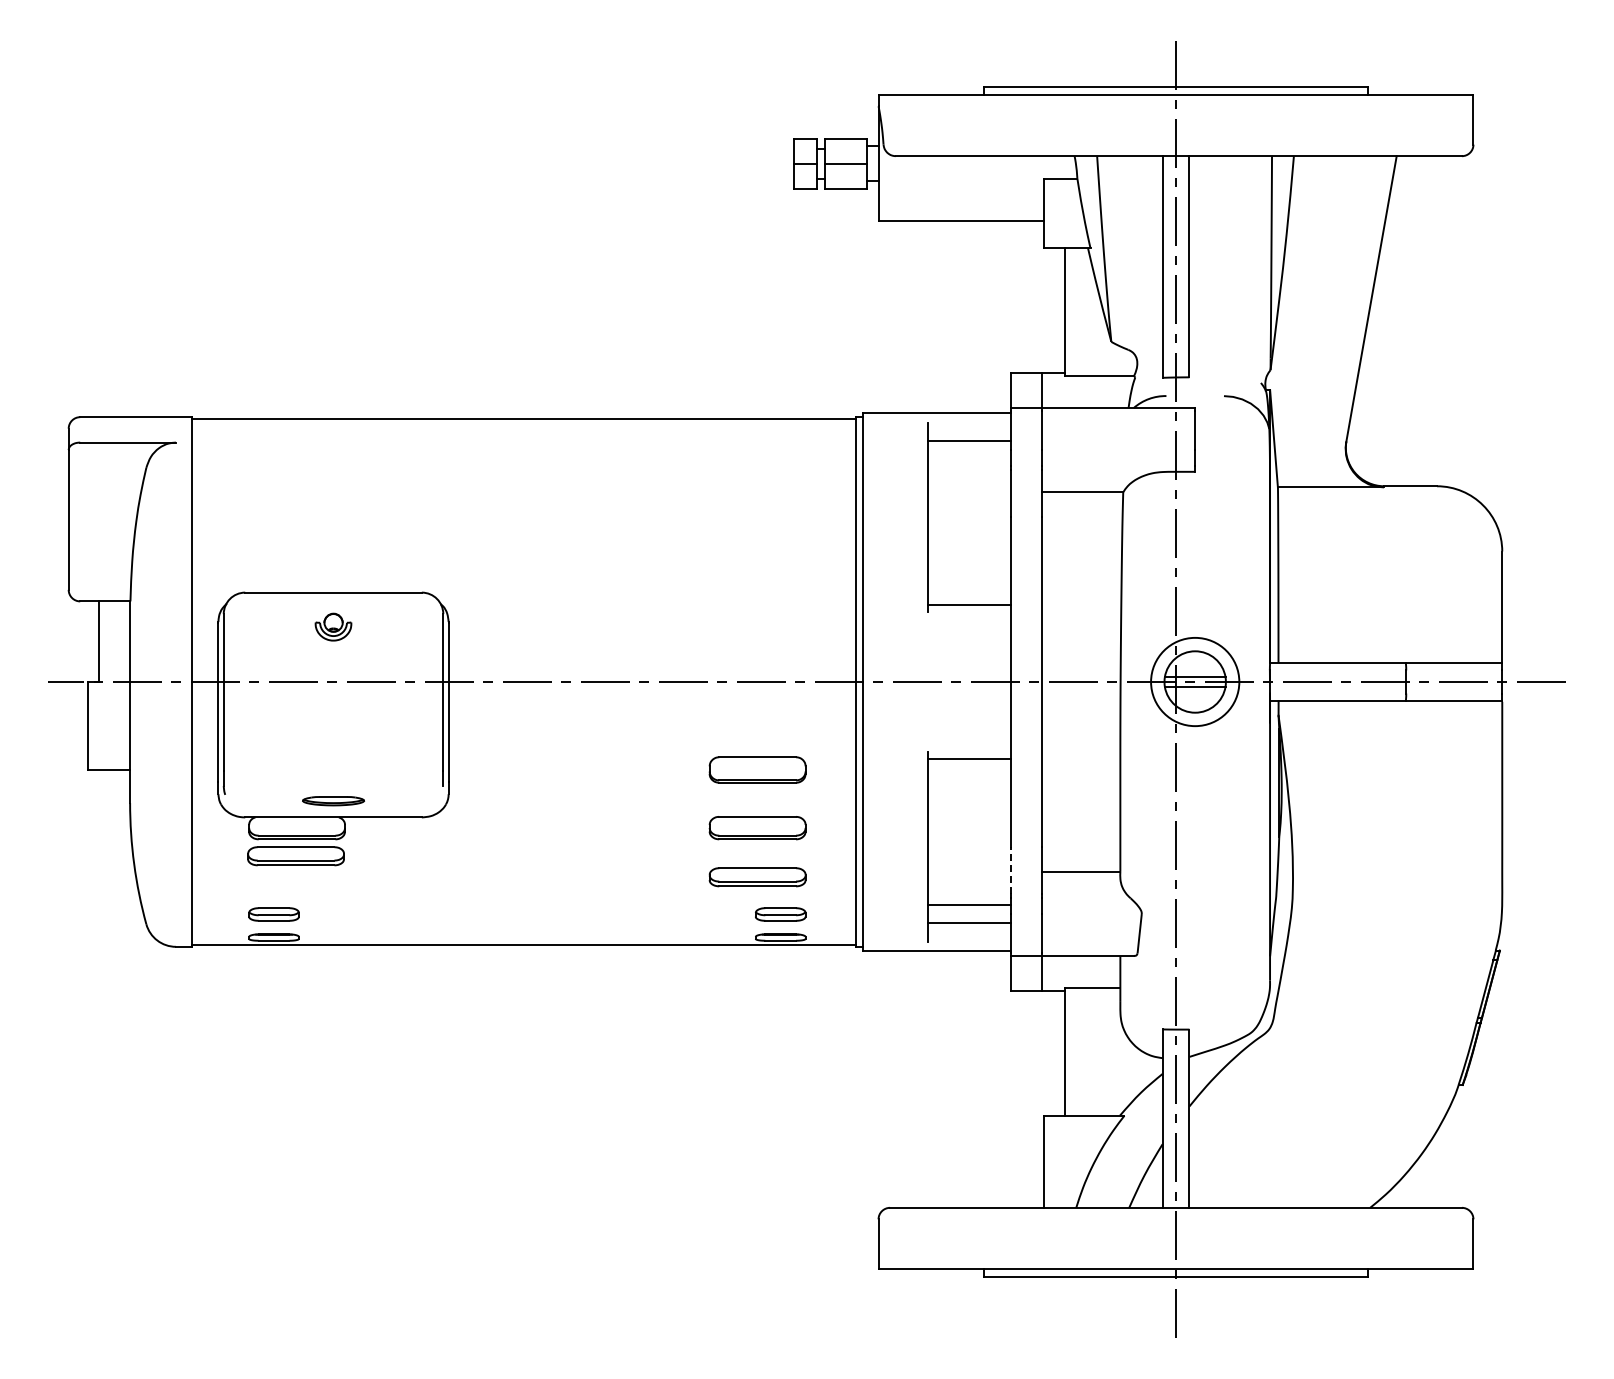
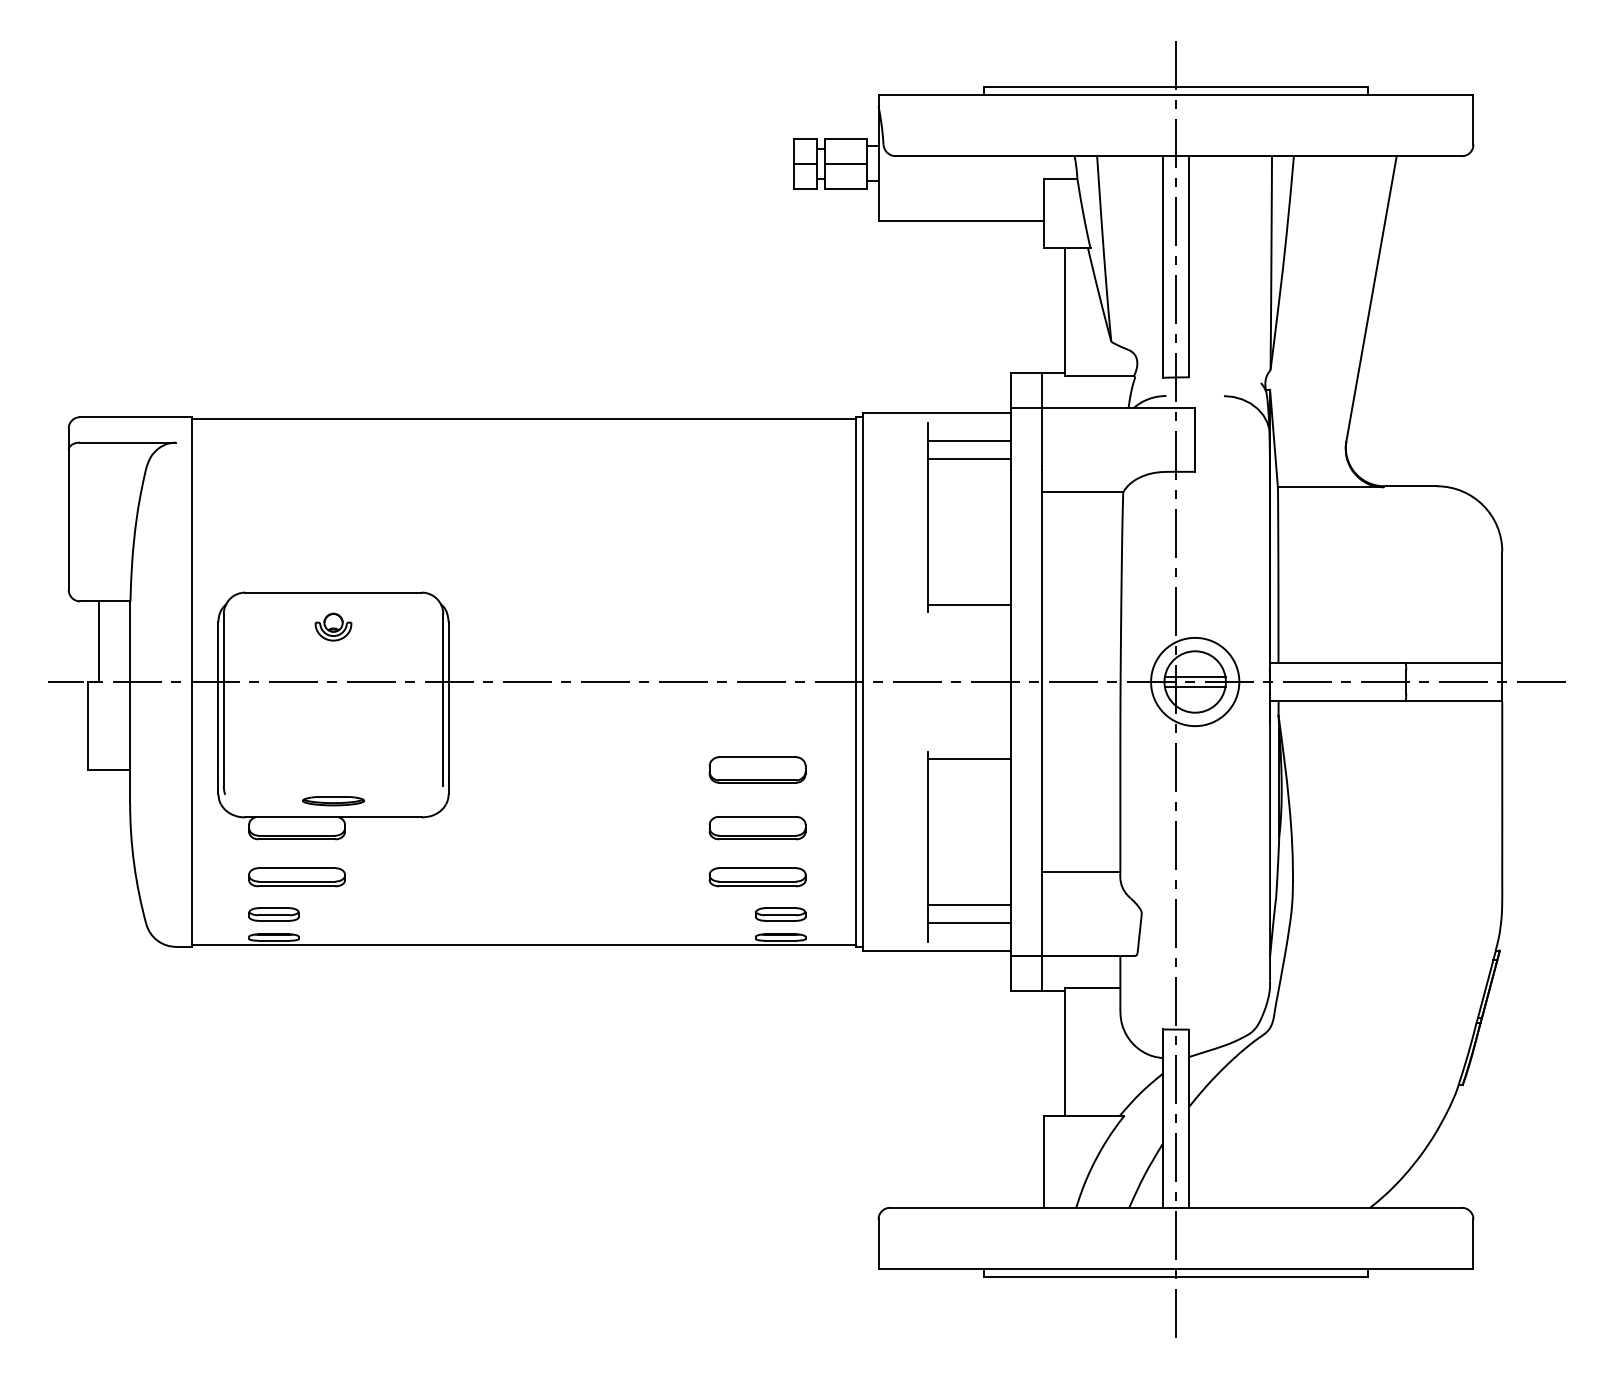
line at (969, 459): none -> present
part at (295, 856) position: (295, 856) -> (296, 877)
line at (1010, 870): dashed -> solid
